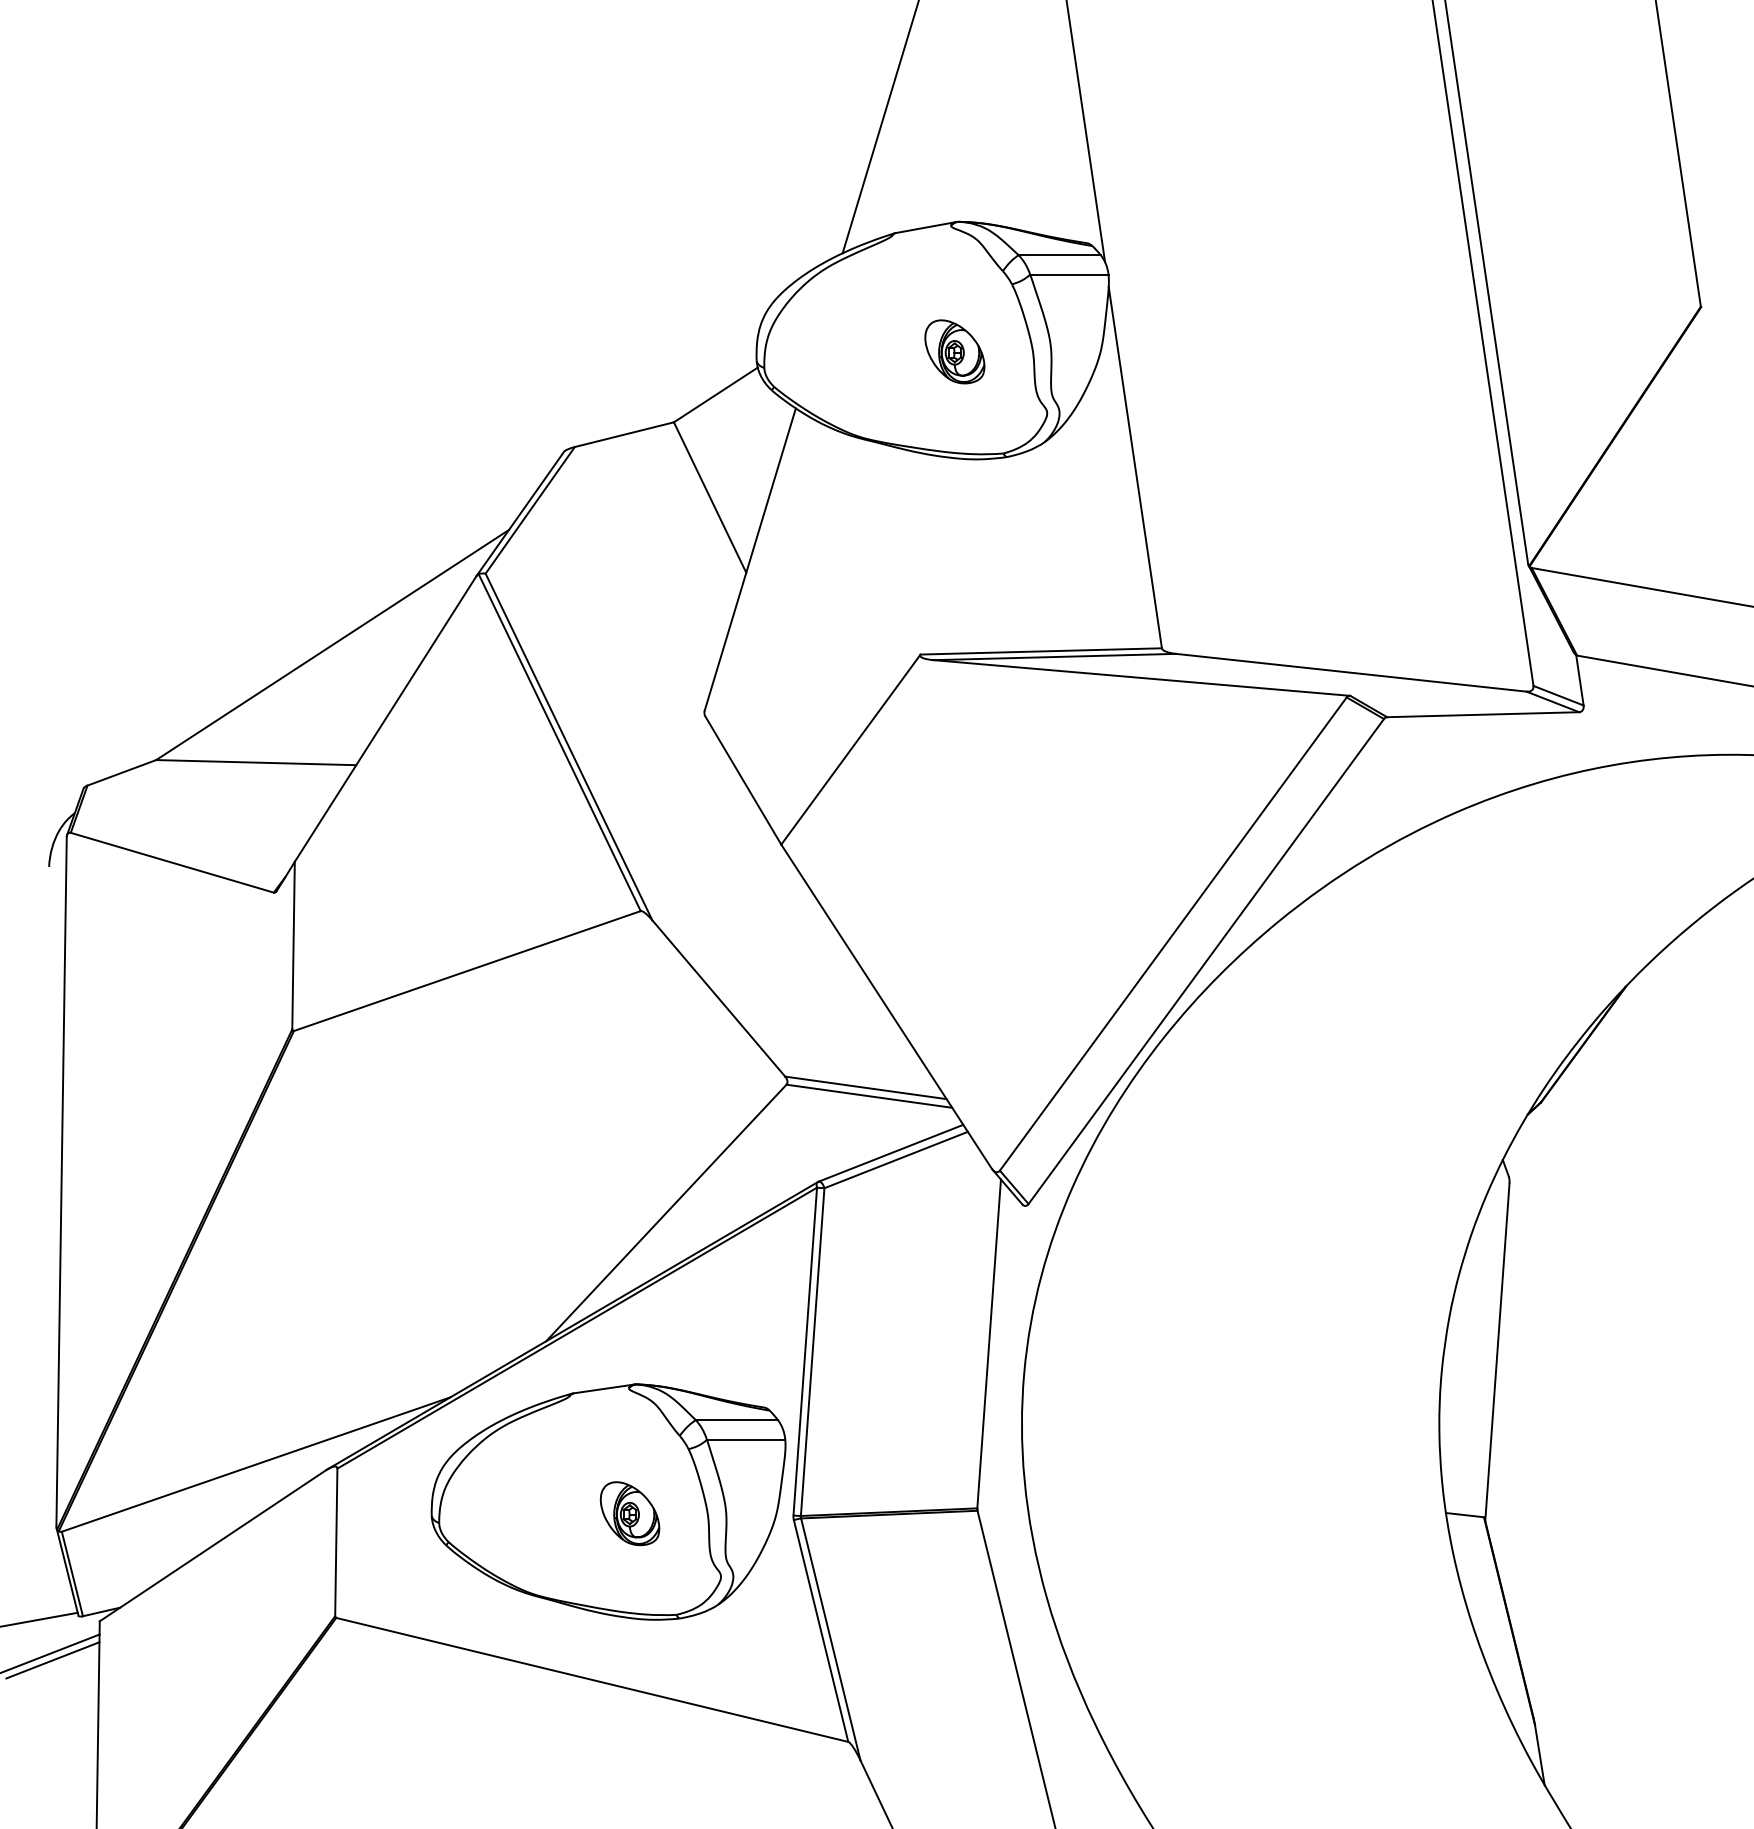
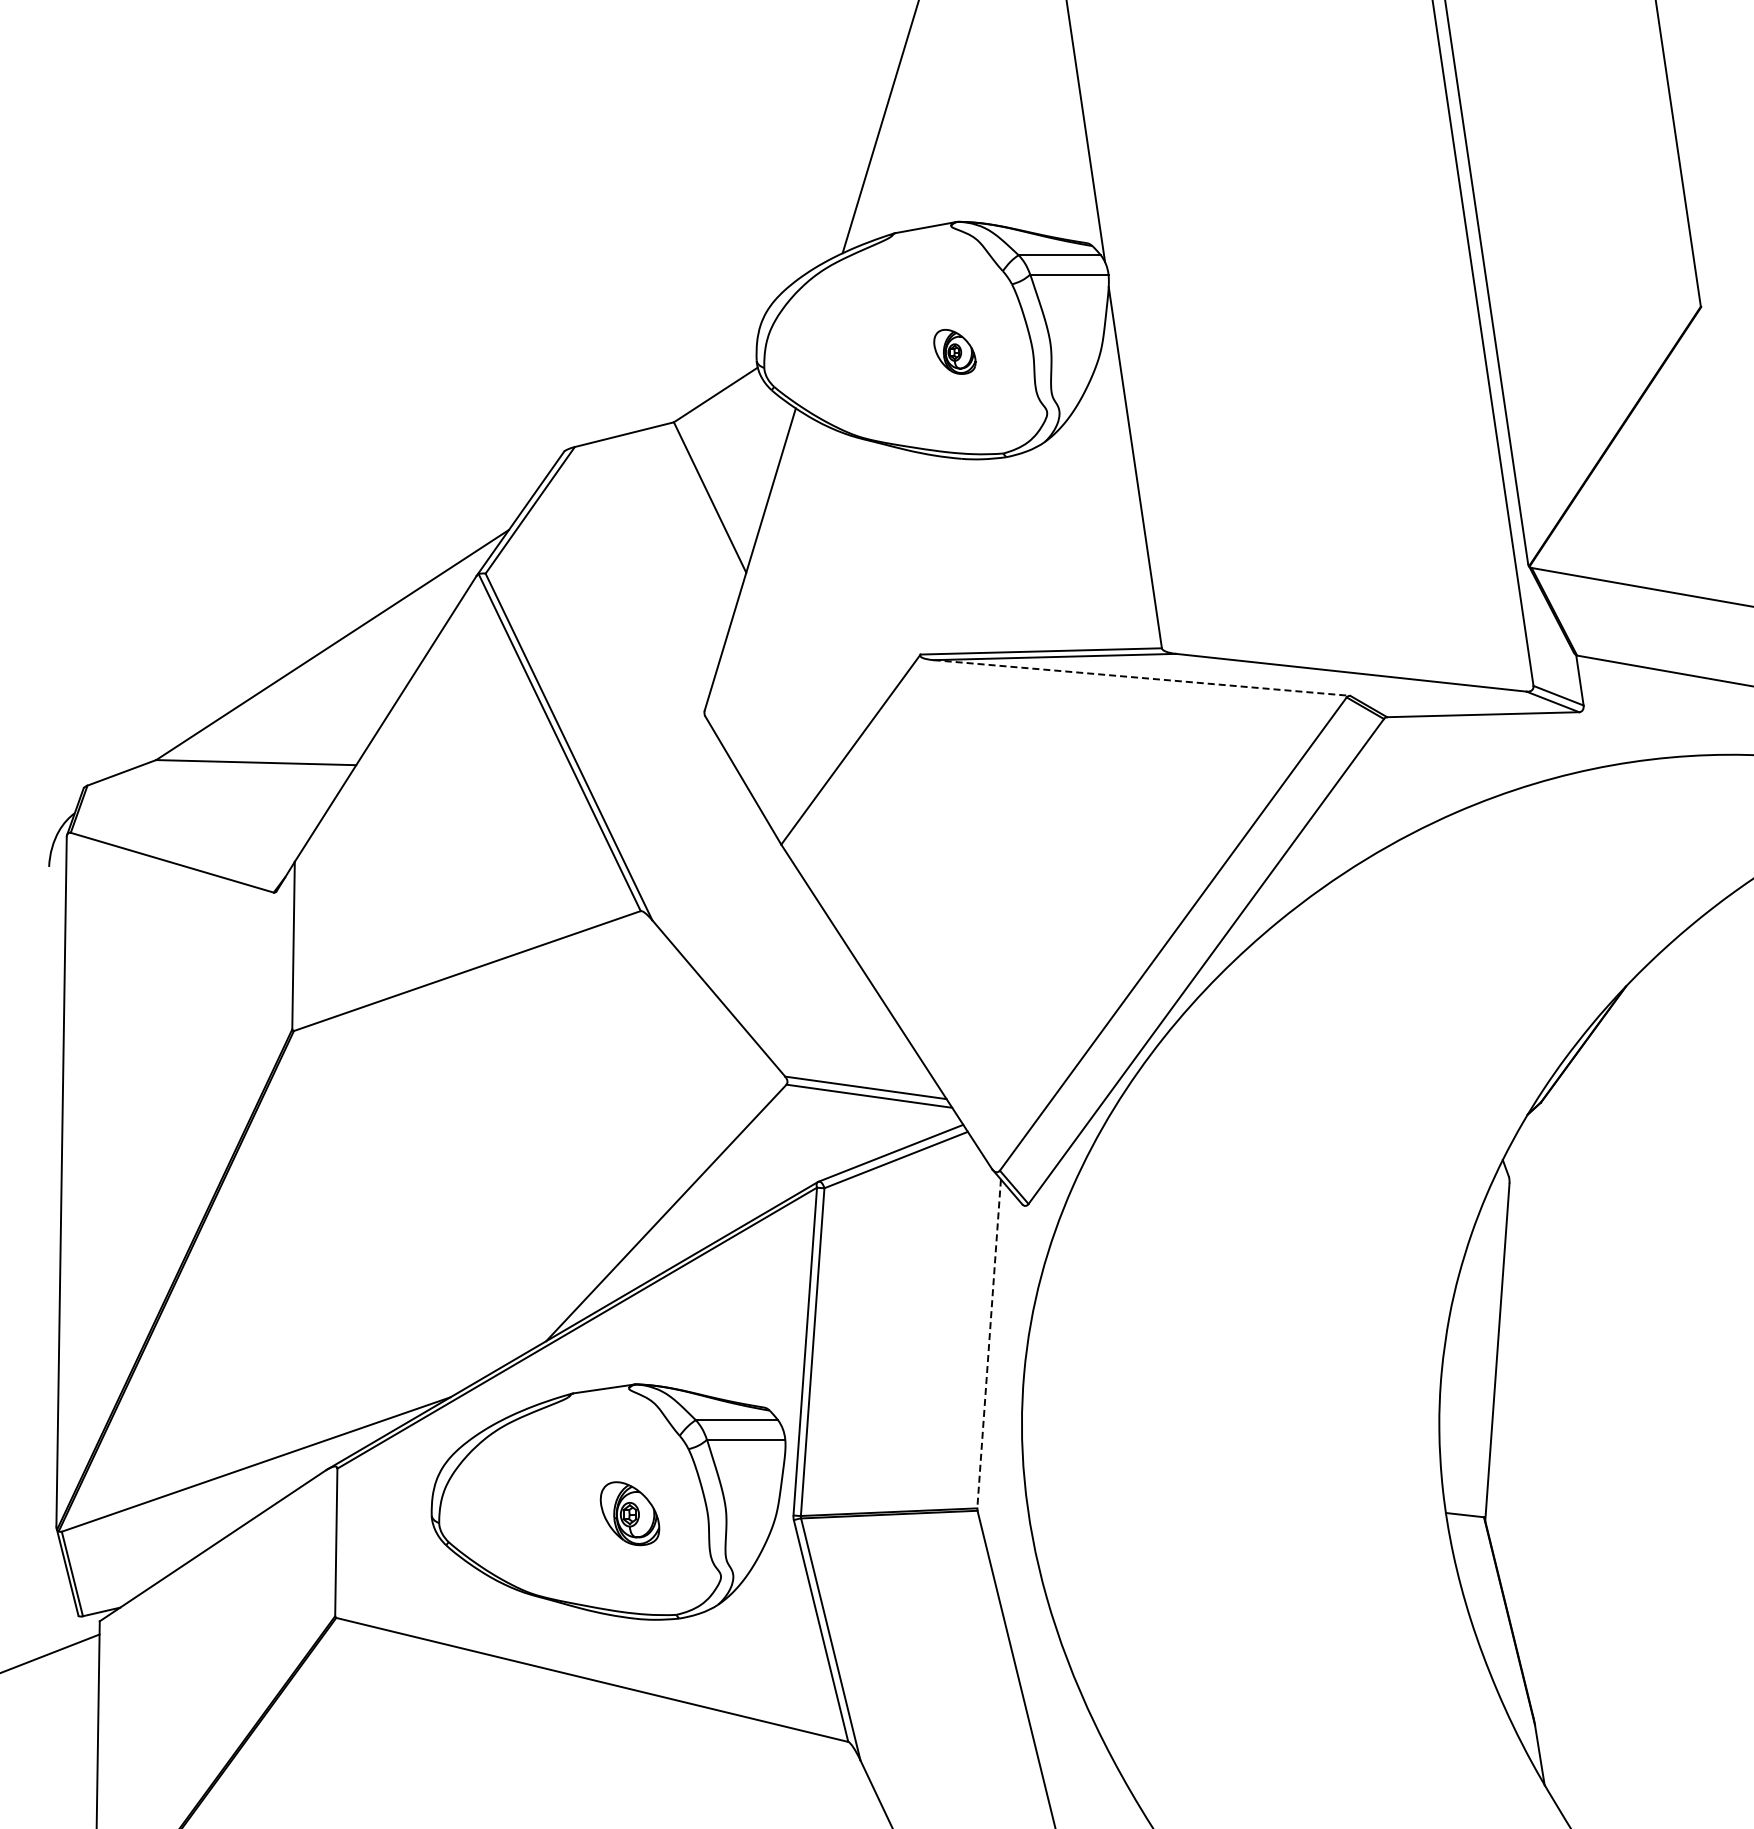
part at (954, 351) size: 62x66 px -> 44x46 px
line at (1142, 678): solid -> dashed
line at (989, 1343): solid -> dashed
line at (39, 1619): present -> none
line at (52, 1660): present -> none
